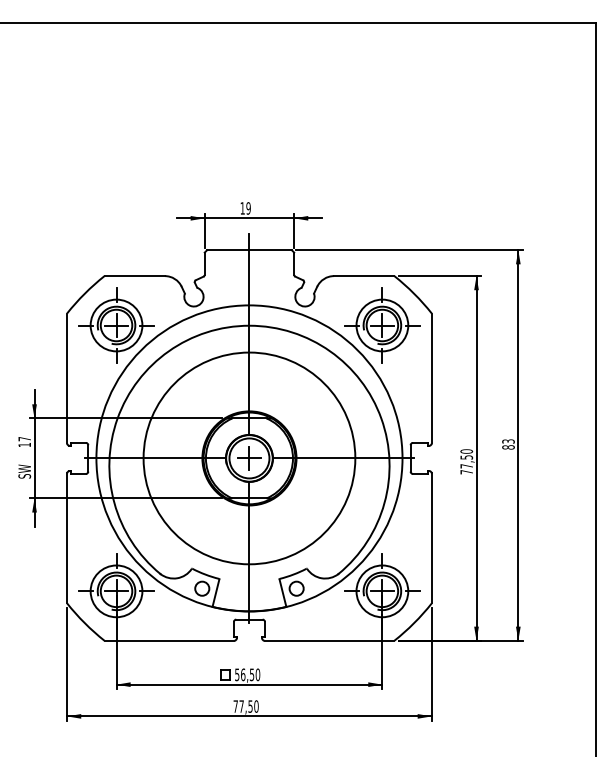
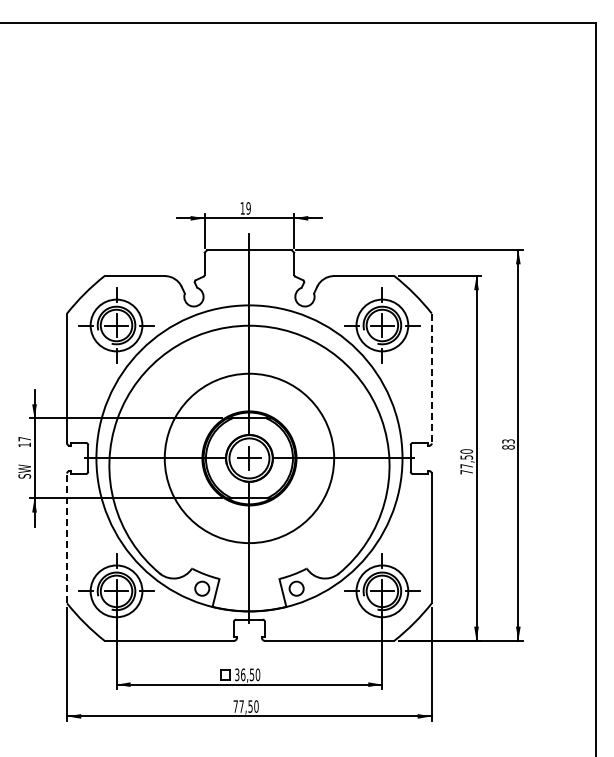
line at (431, 378): solid -> dashed
circle at (249, 458) diameter: 212 px -> 169 px
line at (67, 538): solid -> dashed
text at (237, 674): 56,50 -> 36,50
